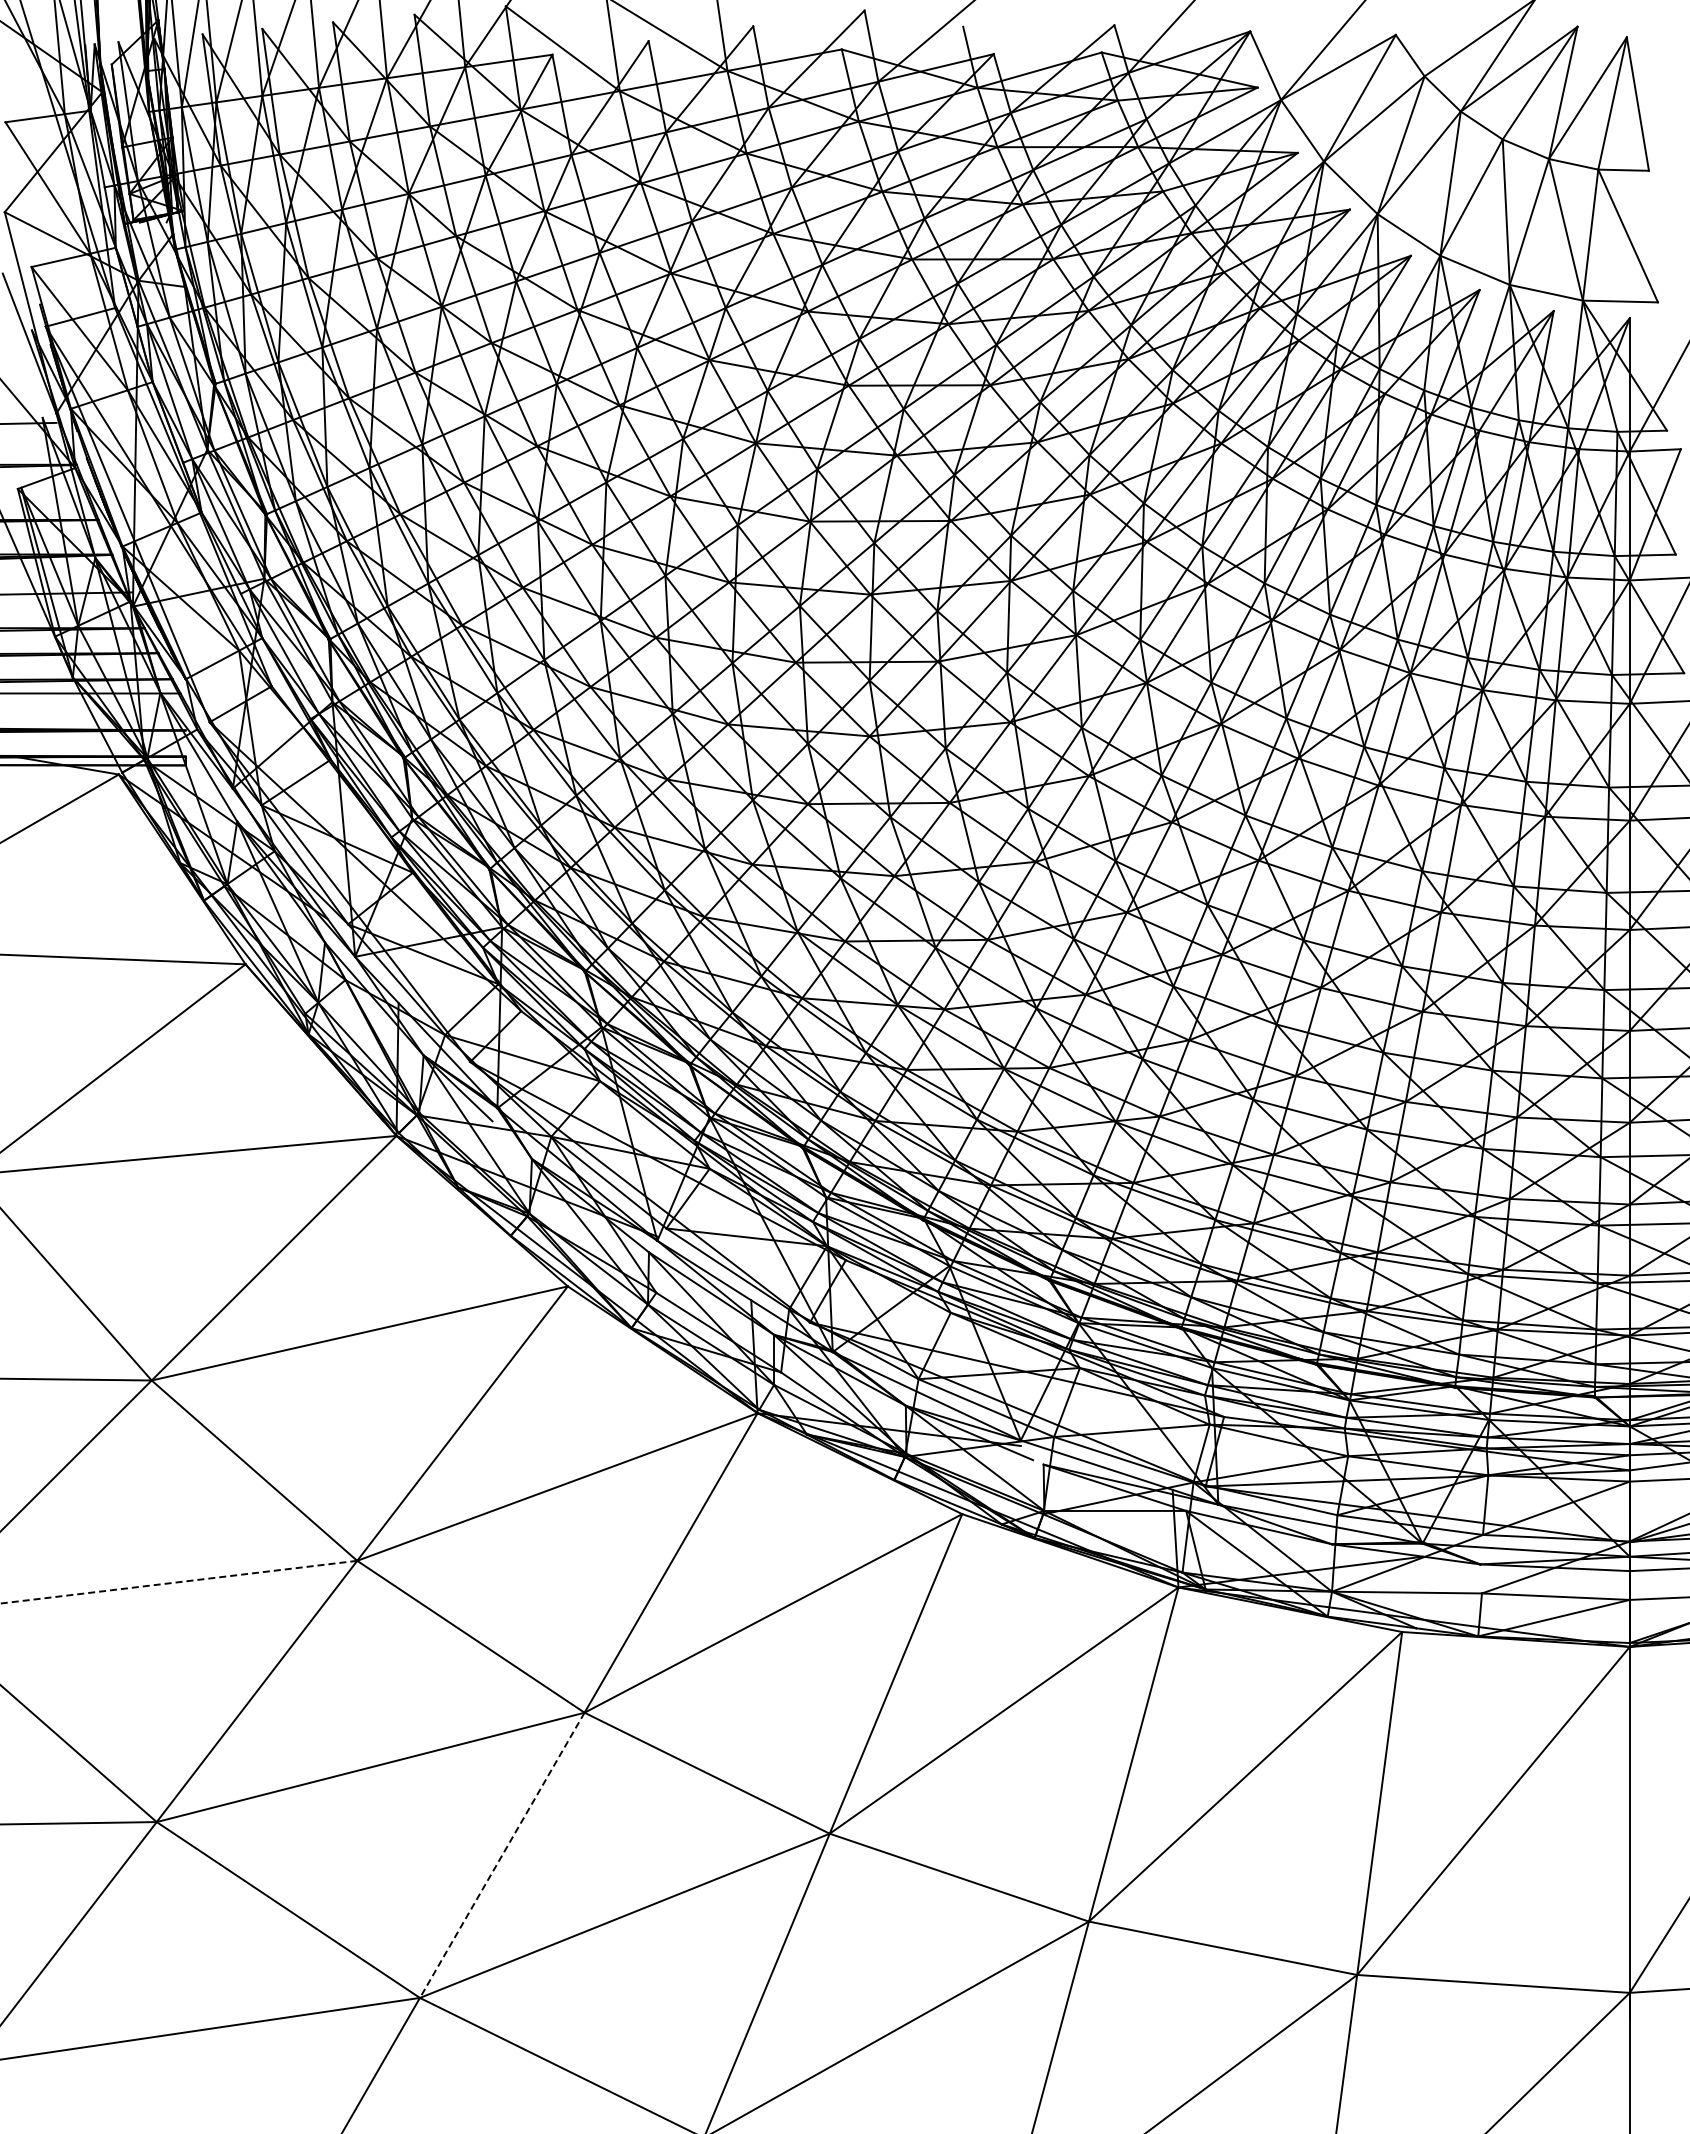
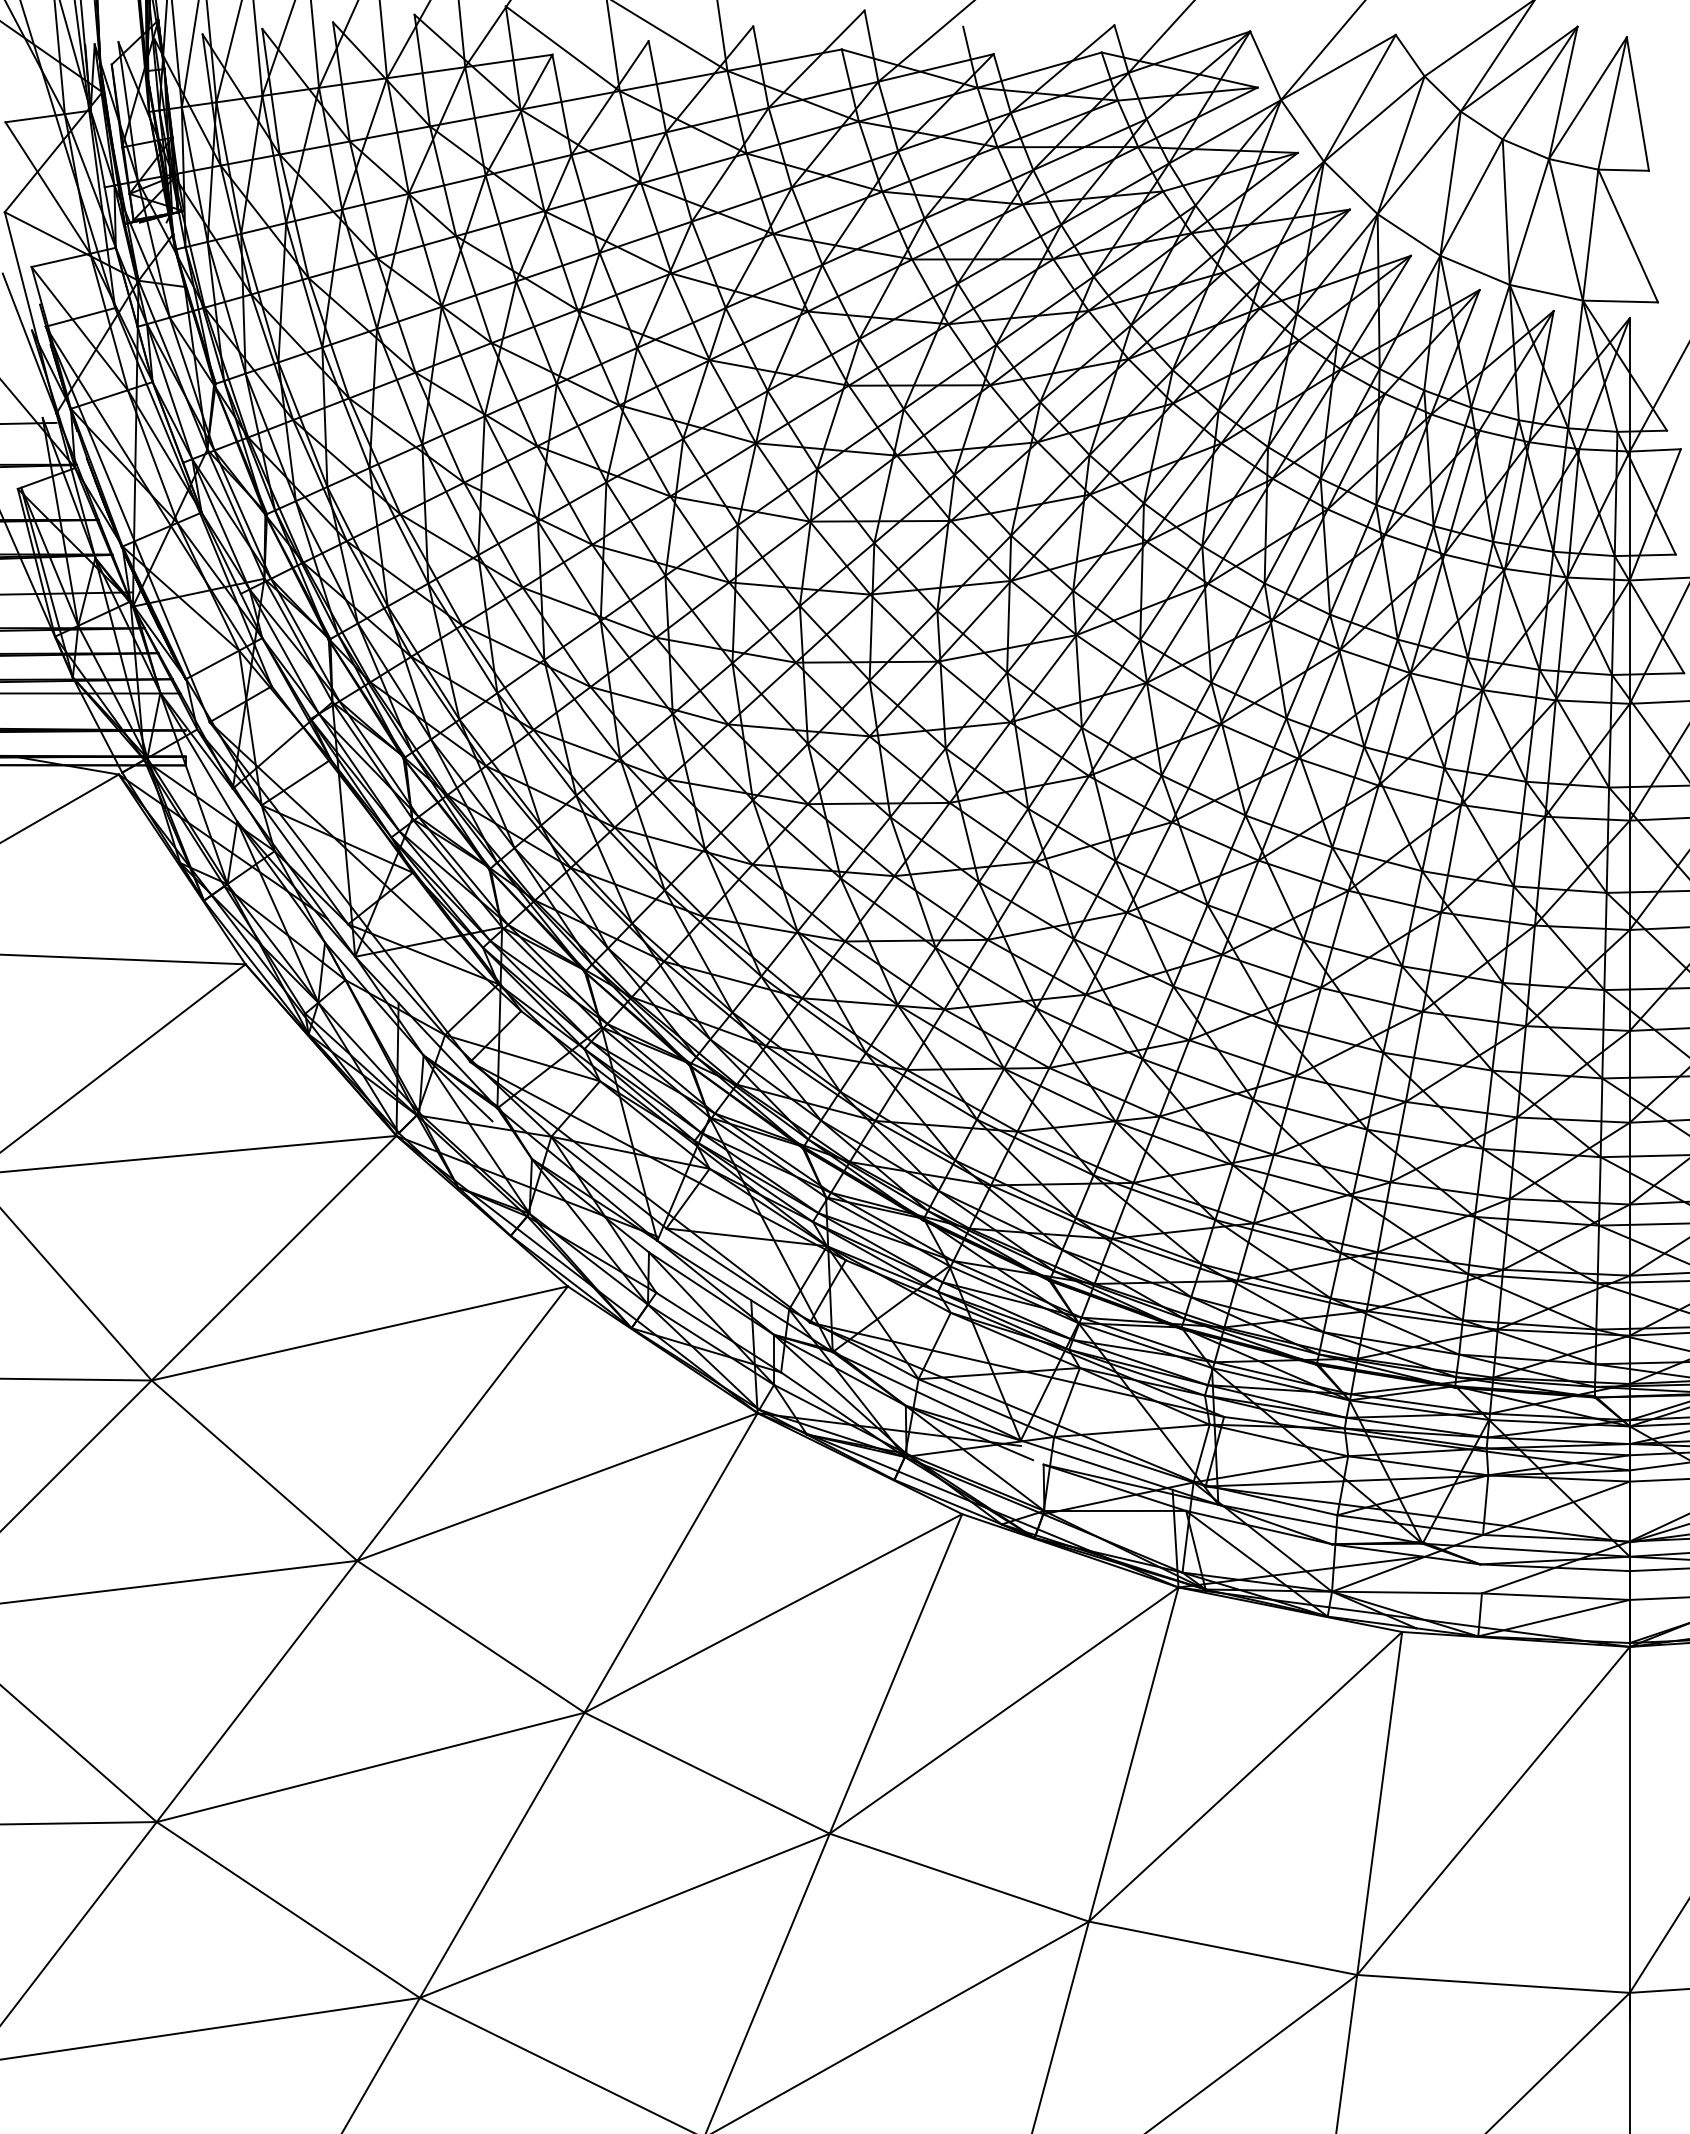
line at (178, 1582): dashed -> solid
line at (502, 1855): dashed -> solid
